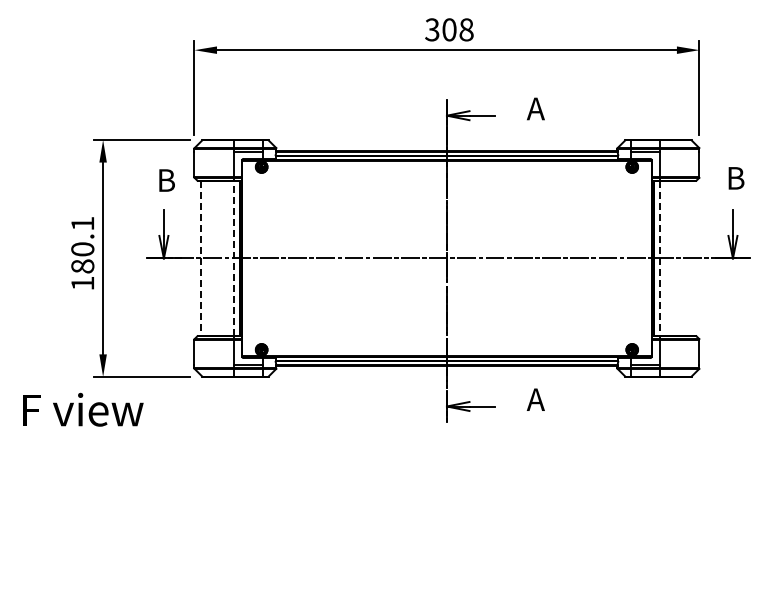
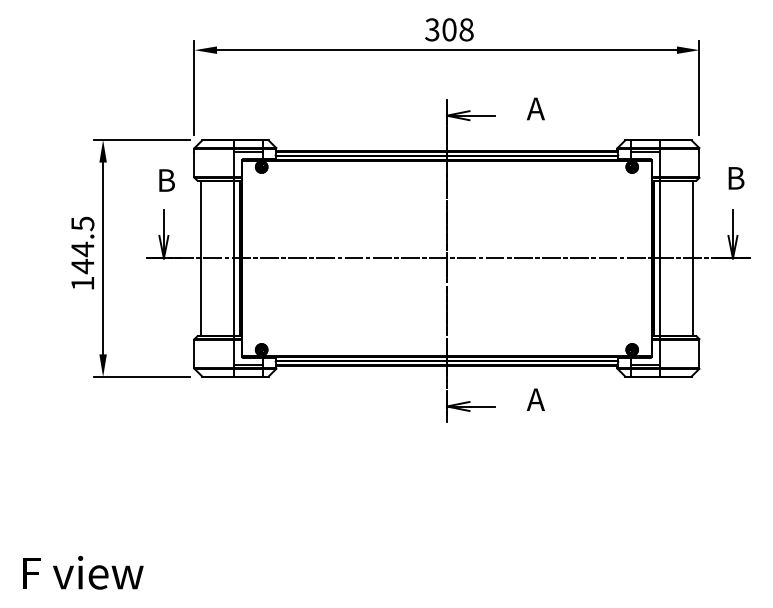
text at (82, 245): 180.1 -> 144.5
line at (233, 257): dashed -> solid
line at (201, 258): dashed -> solid
line at (660, 258): dashed -> solid
line at (692, 258): none -> present
text at (83, 409) position: (83, 409) -> (83, 572)
